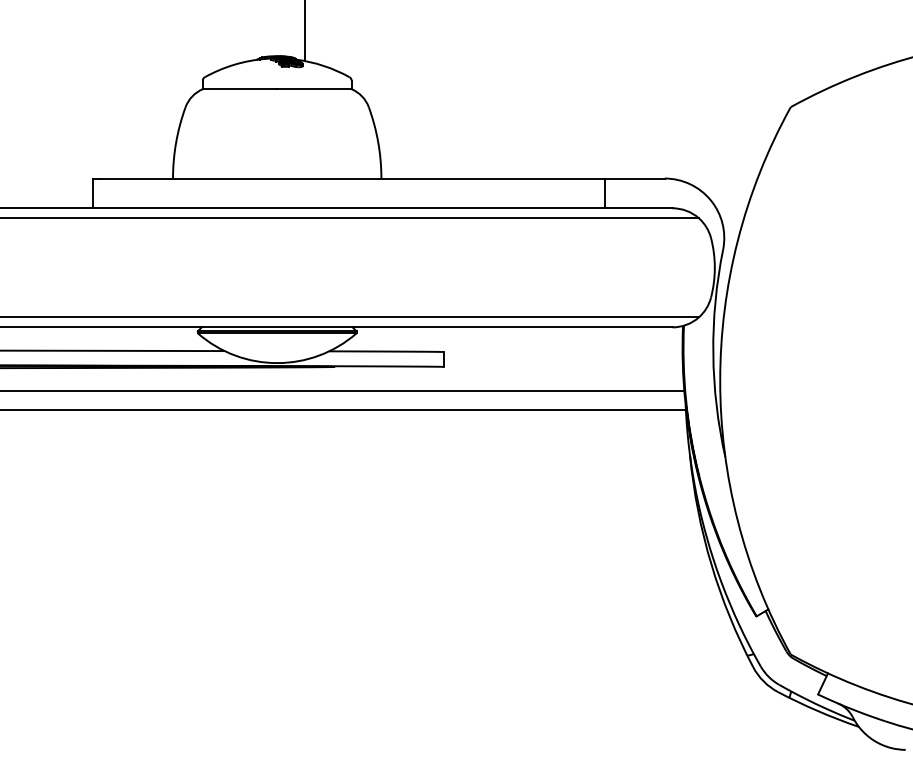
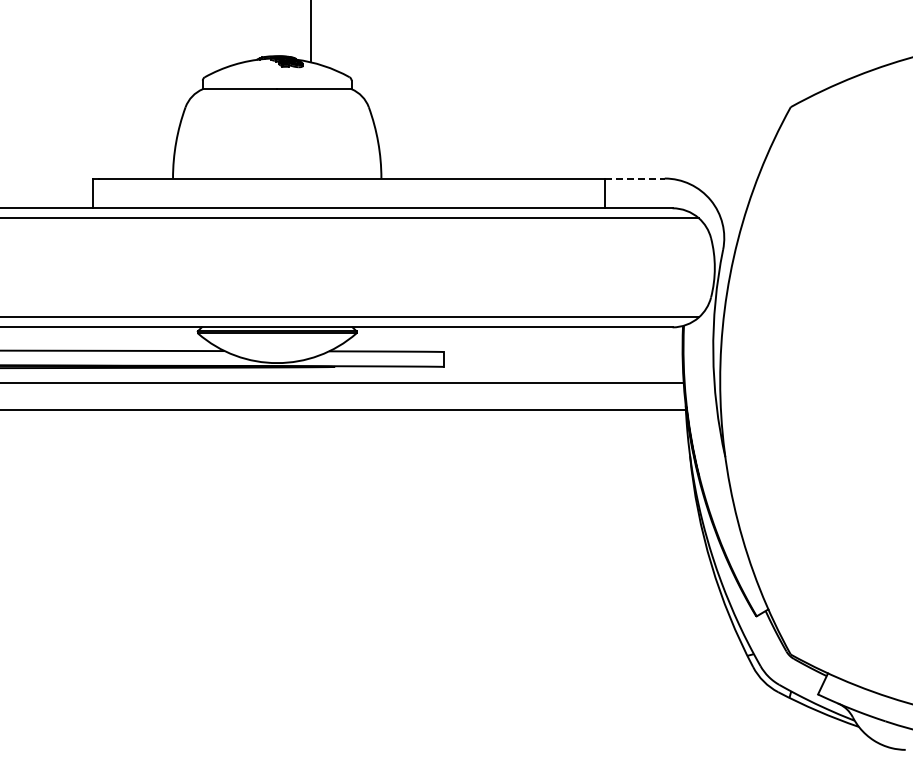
line at (304, 31) position: (304, 31) -> (310, 31)
line at (634, 178): solid -> dashed
line at (343, 390) position: (343, 390) -> (343, 382)
